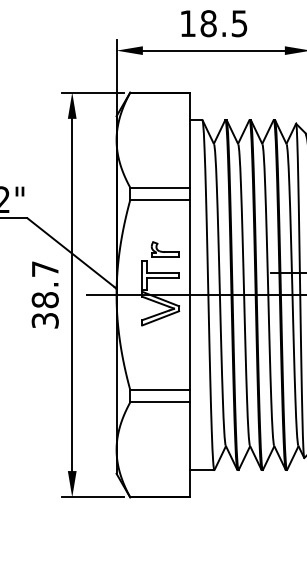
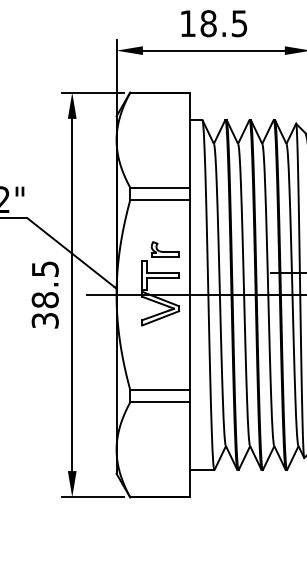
text at (45, 268): 38.7 -> 38.5
